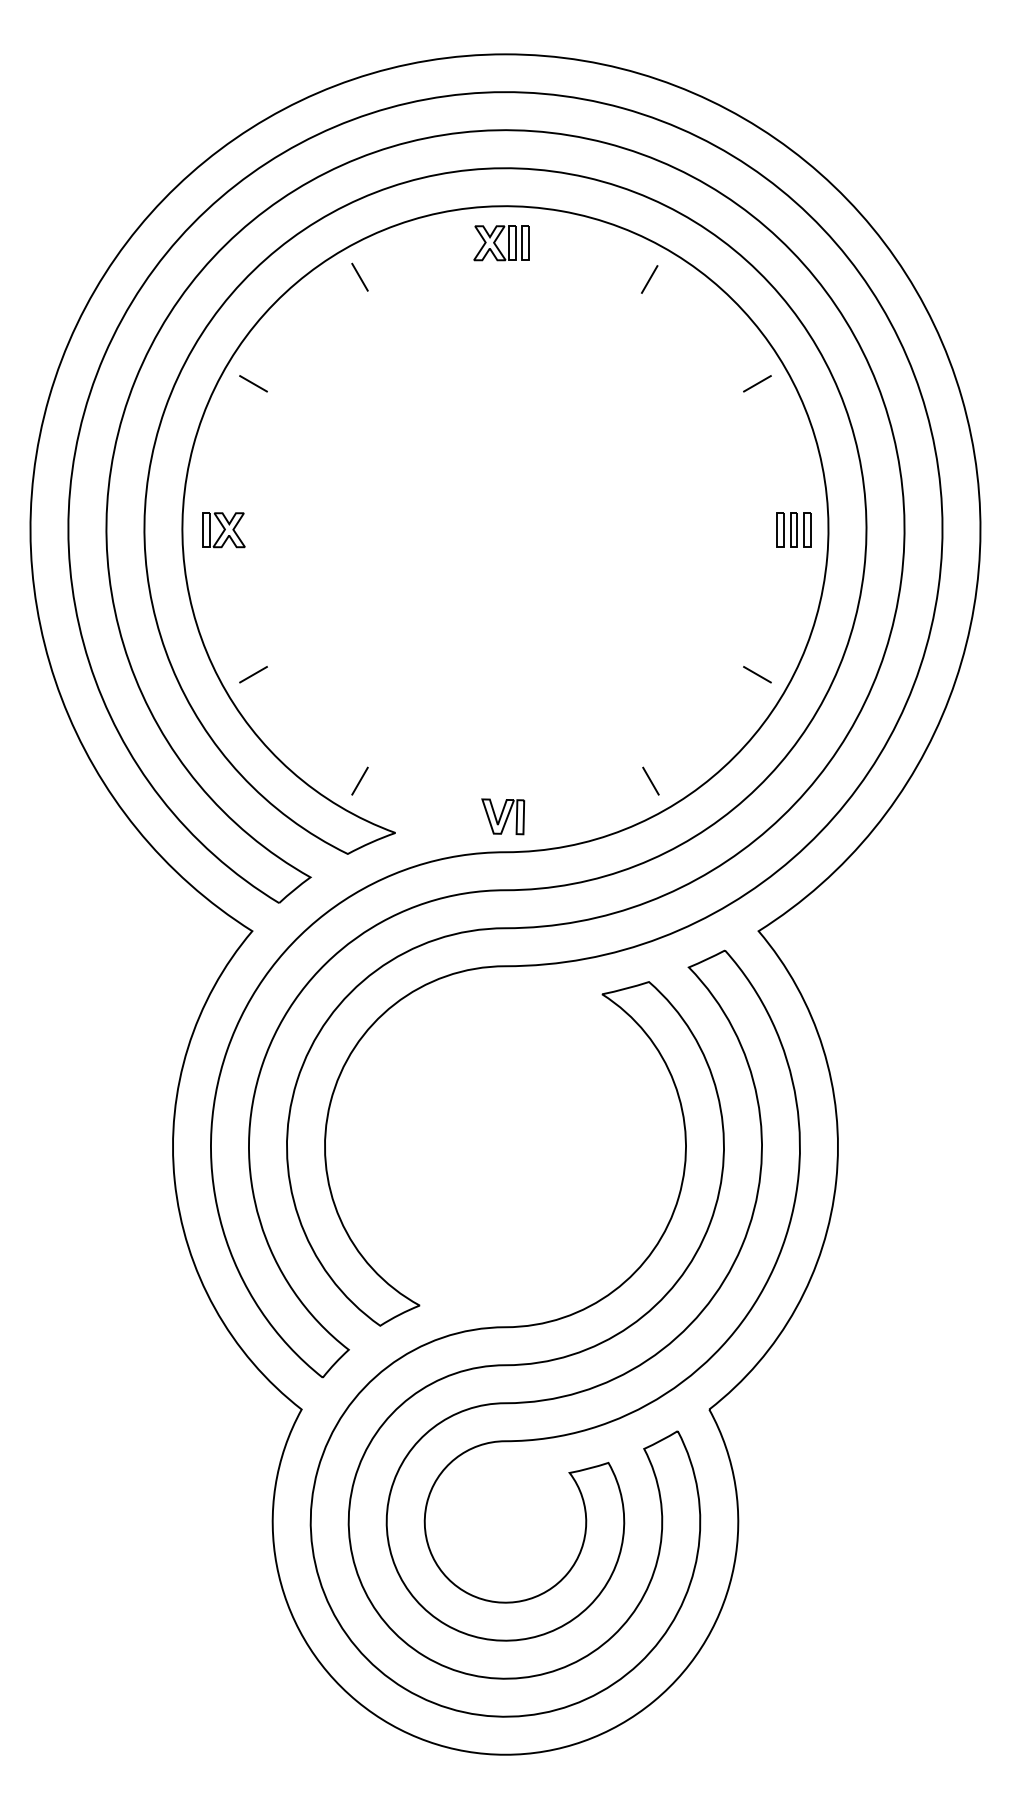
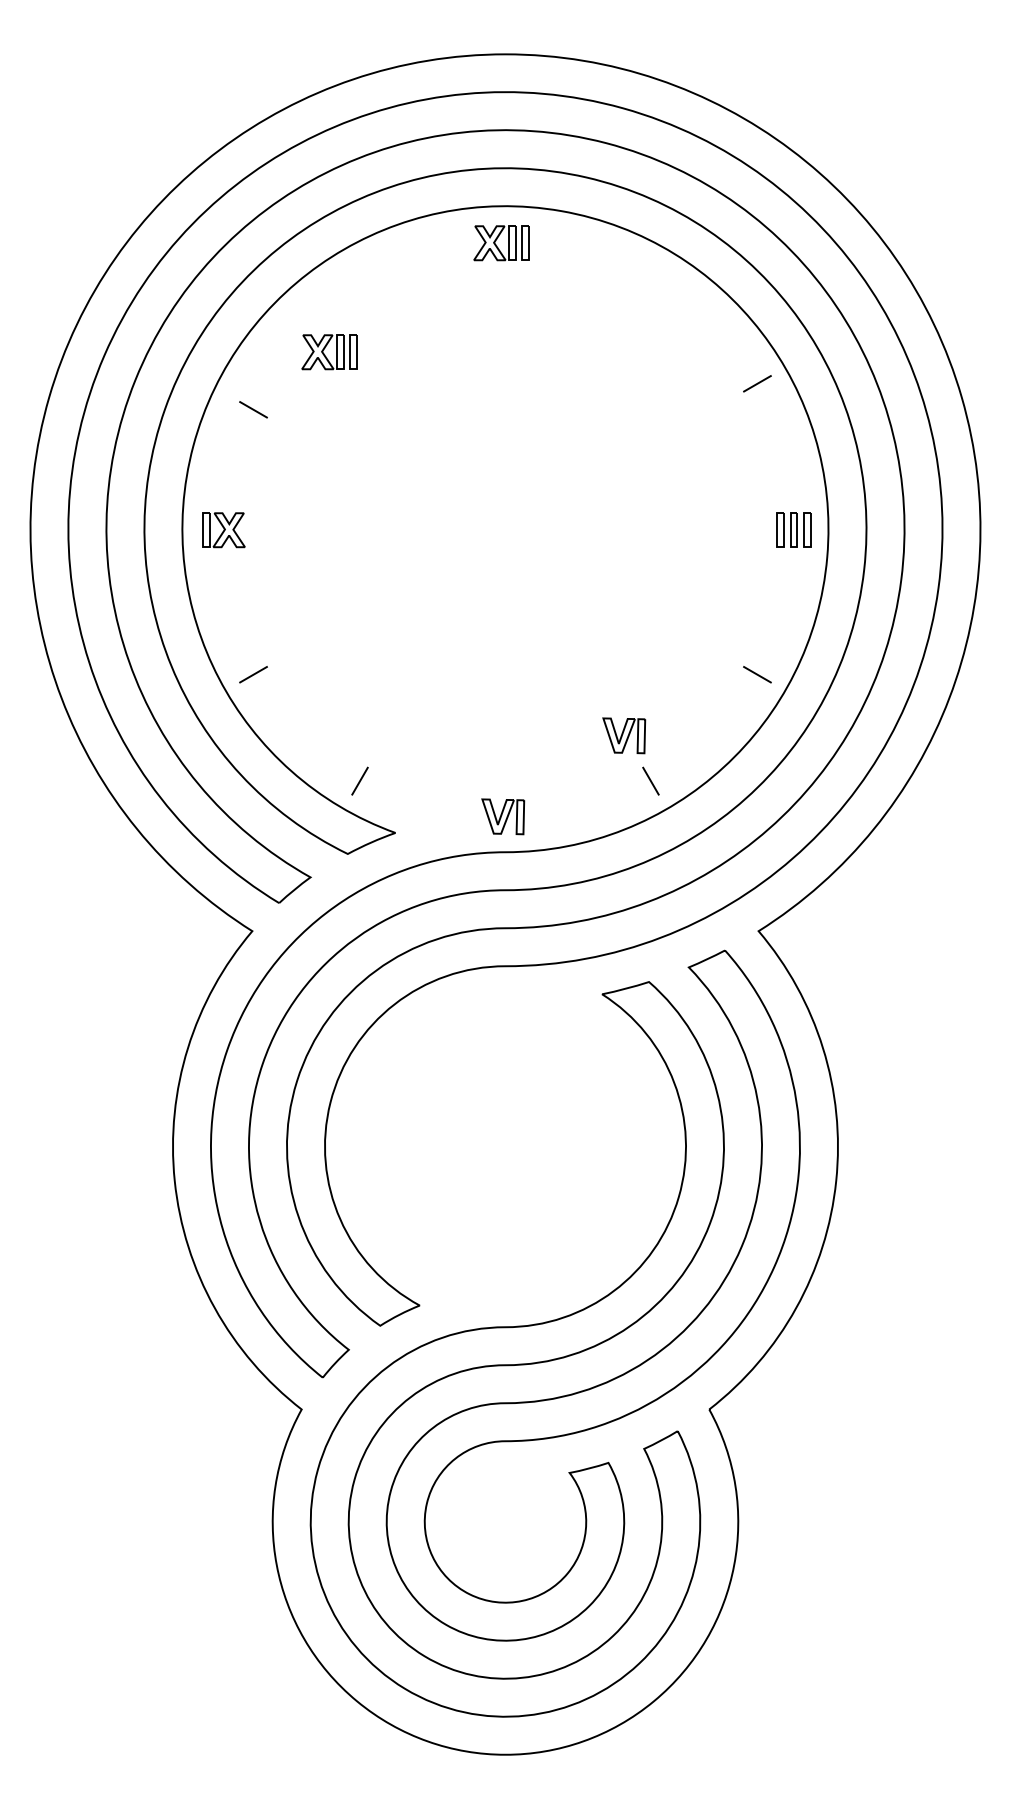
line at (359, 276): present -> none
line at (649, 279): present -> none
part at (329, 352): none -> present
line at (253, 383) position: (253, 383) -> (253, 409)
part at (624, 735): none -> present
